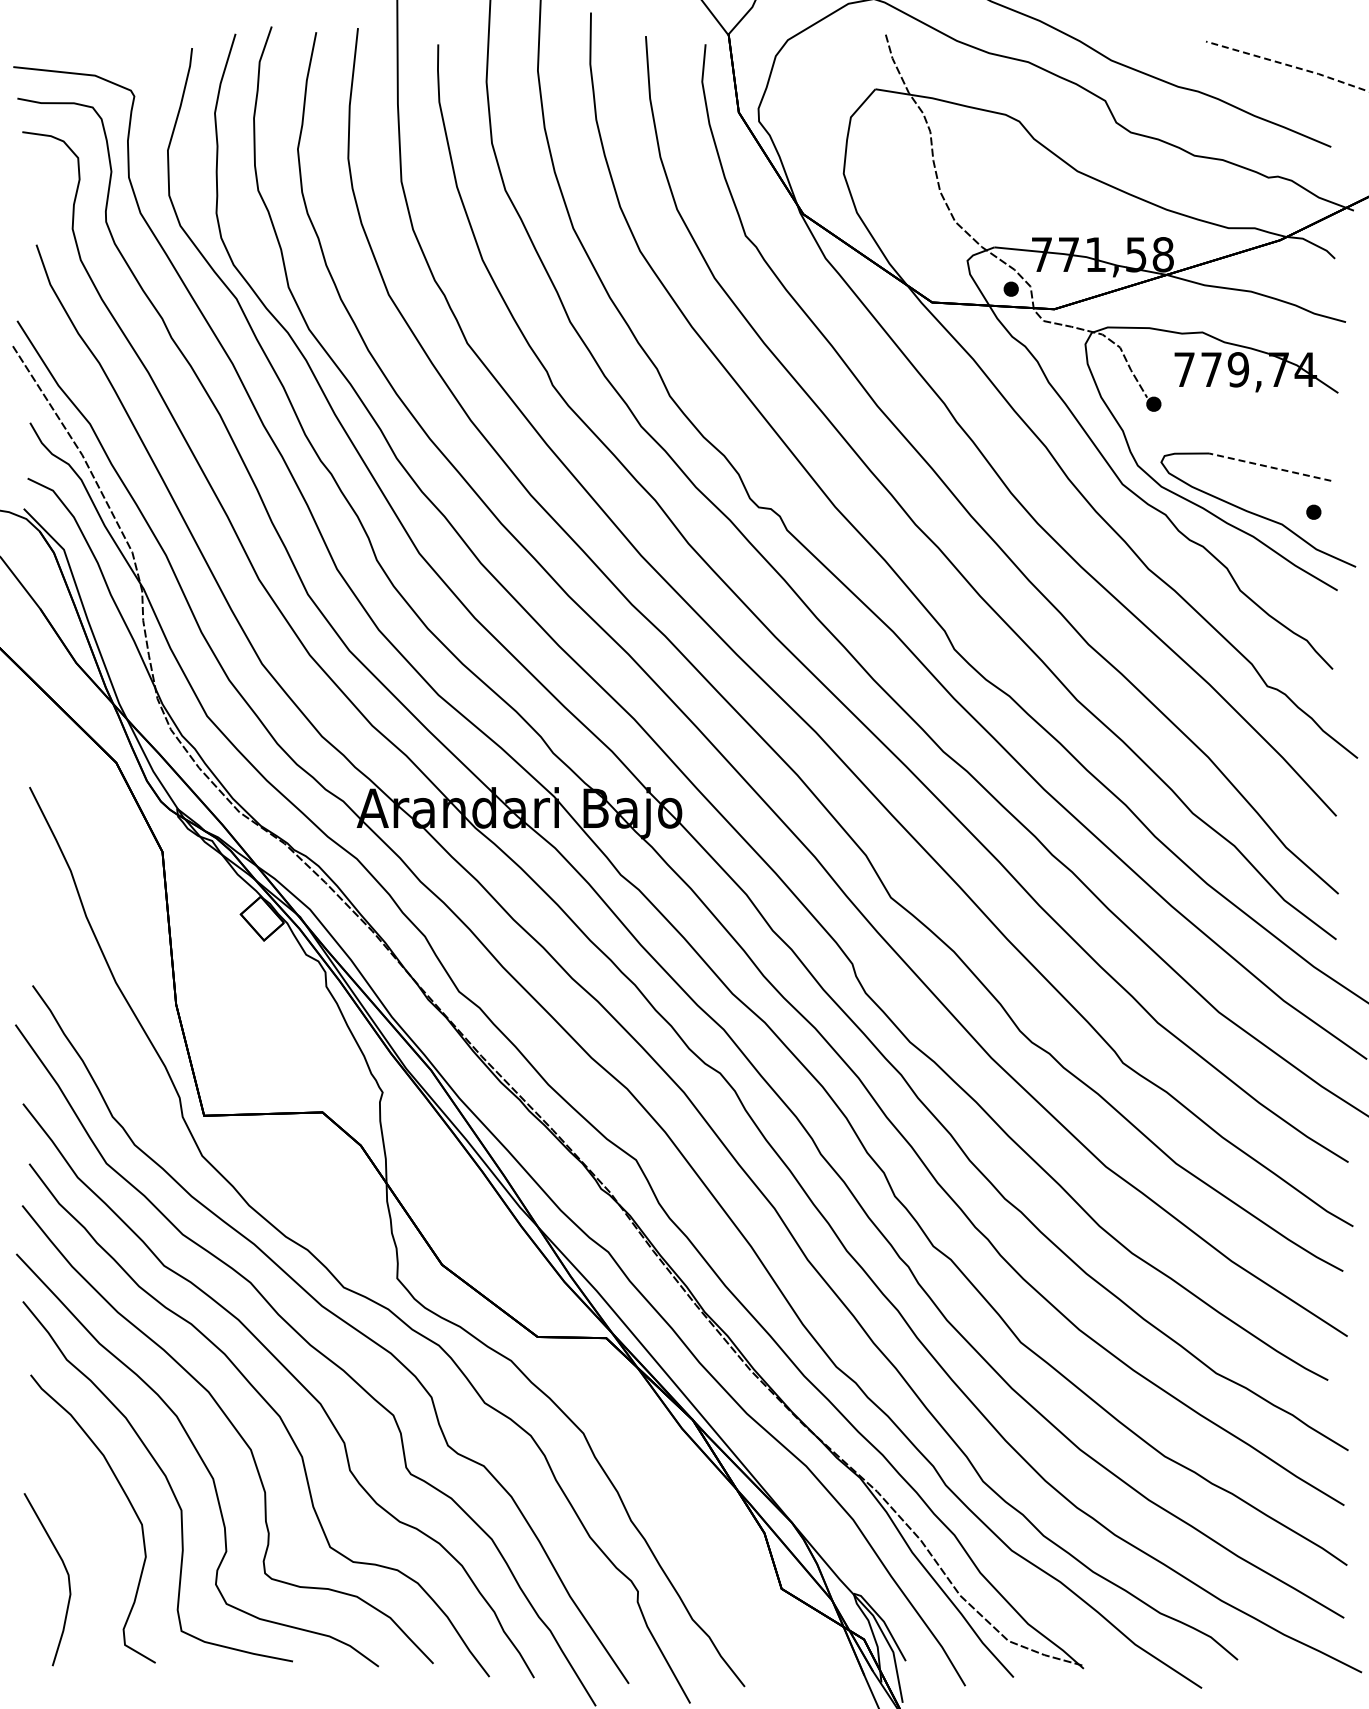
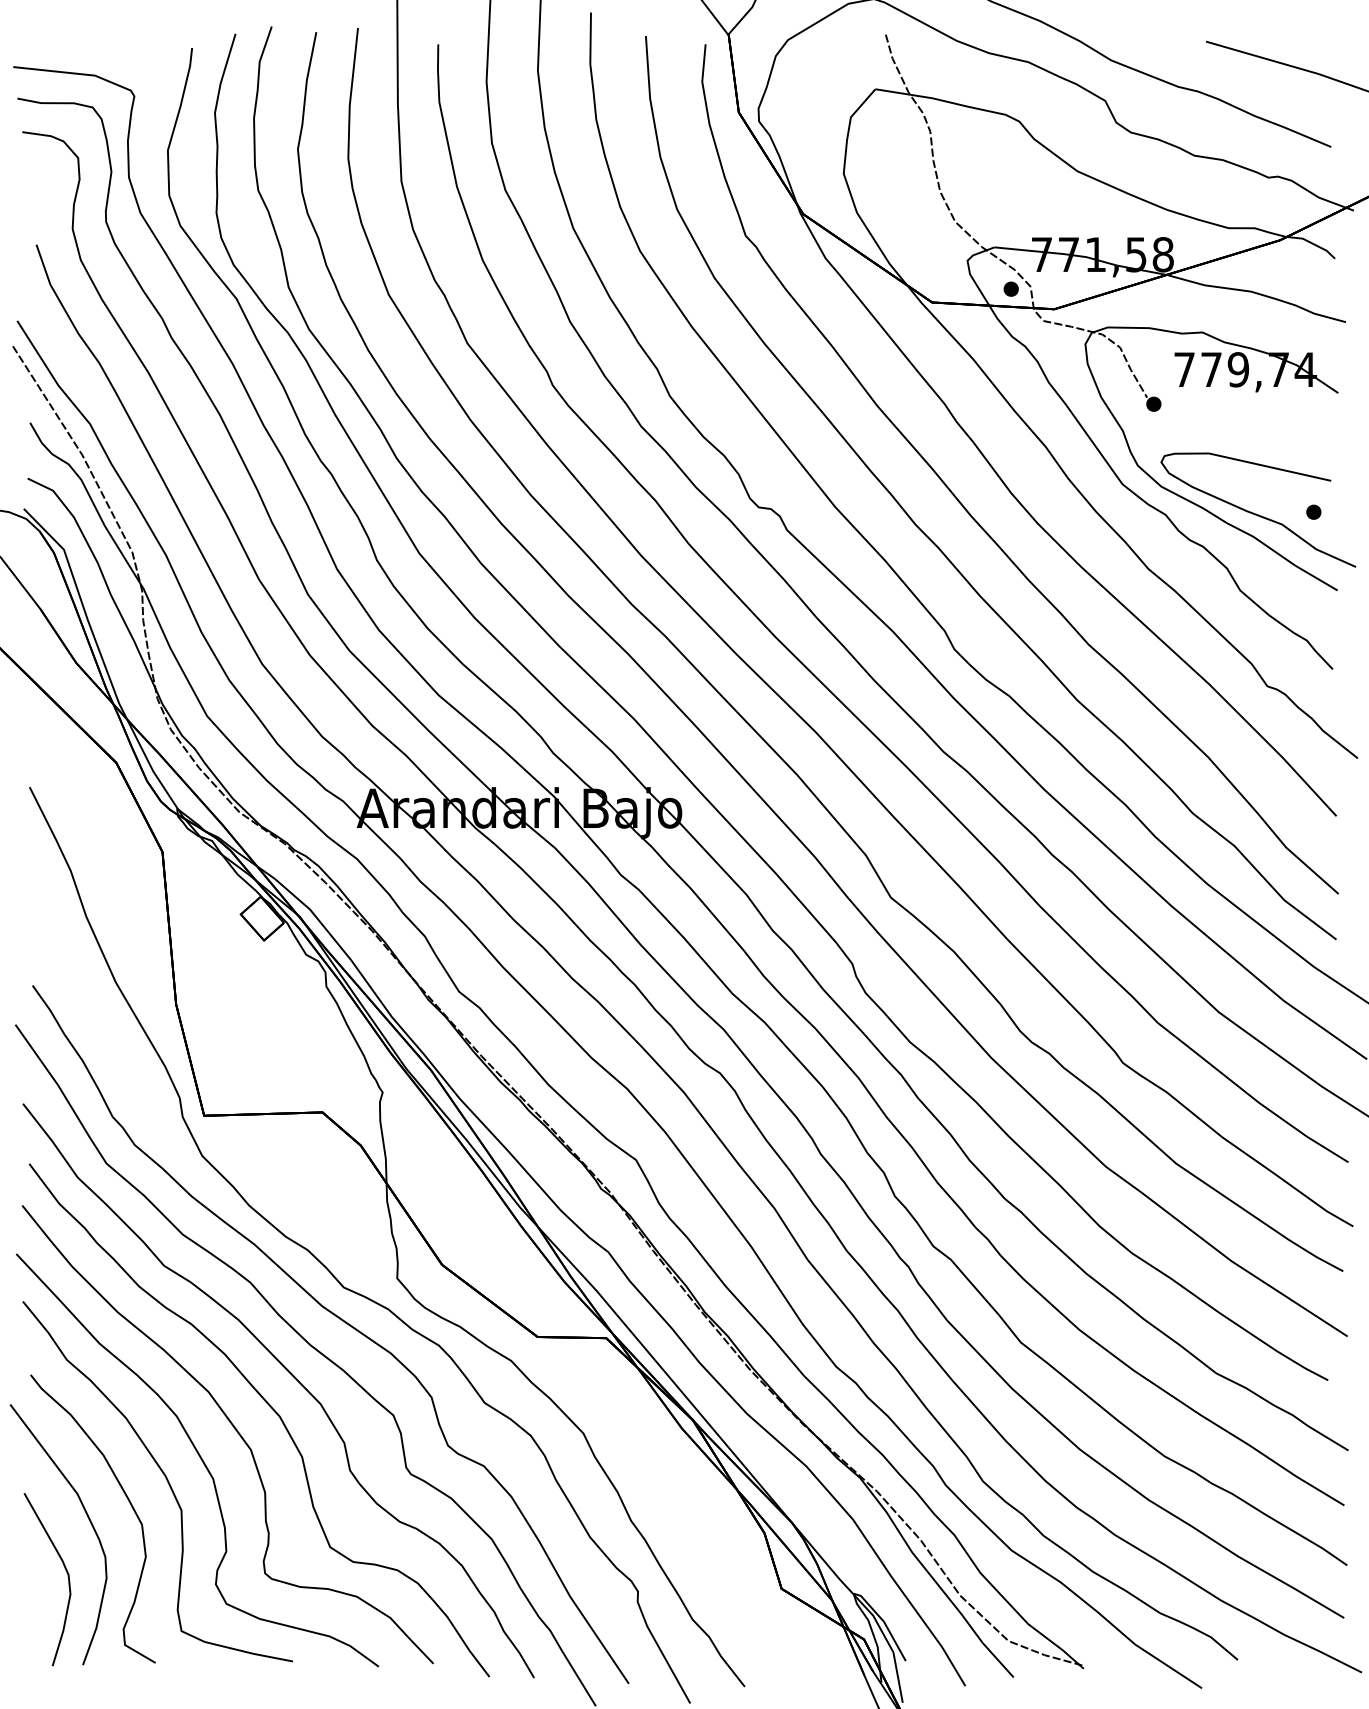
line at (1288, 65): dashed -> solid
line at (1270, 467): dashed -> solid
curve at (88, 1519): none -> present
